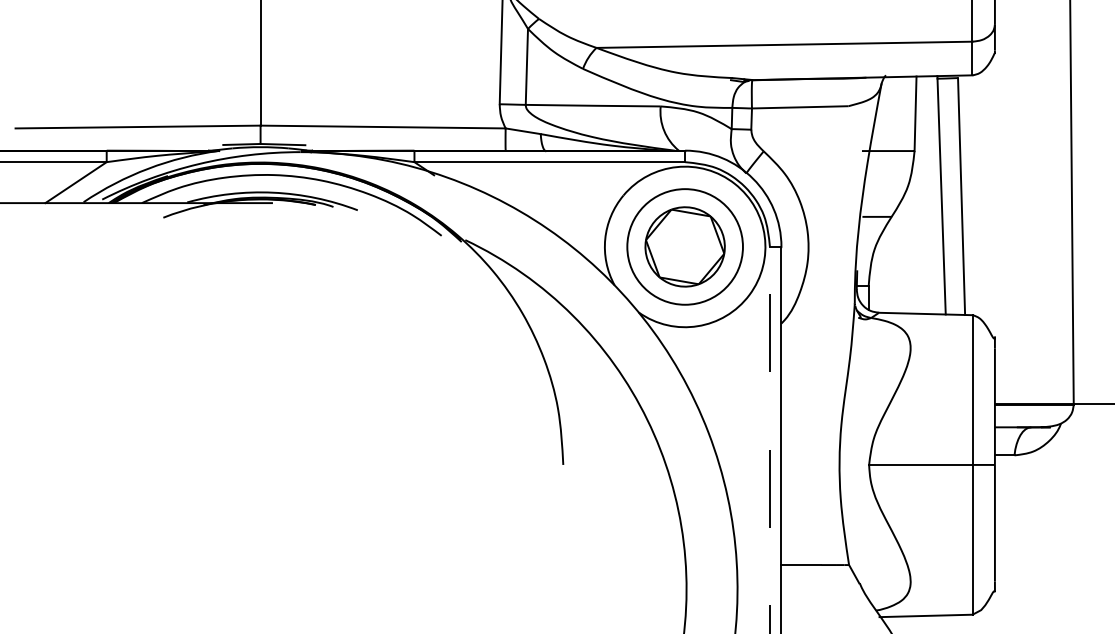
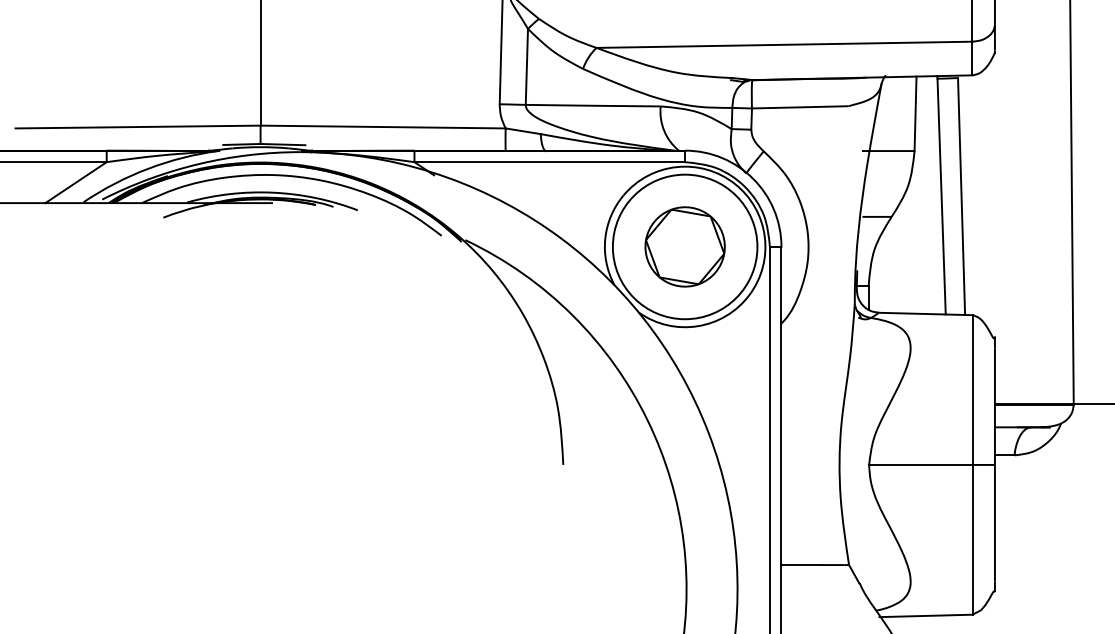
circle at (684, 246) diameter: 116 px -> 145 px
line at (769, 439): dashed -> solid
